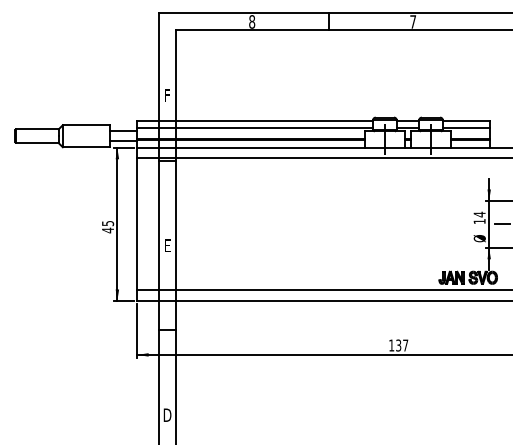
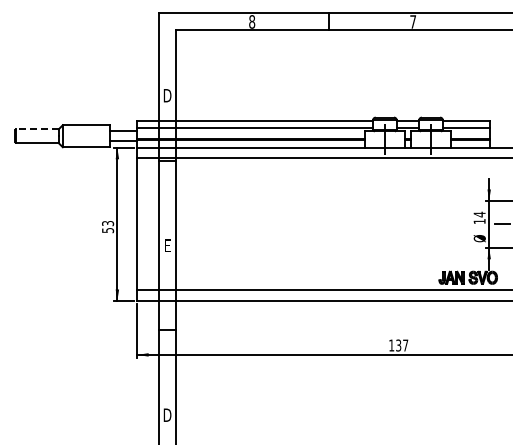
text at (167, 95): F -> D
line at (37, 129): solid -> dashed
text at (108, 227): 45 -> 53
